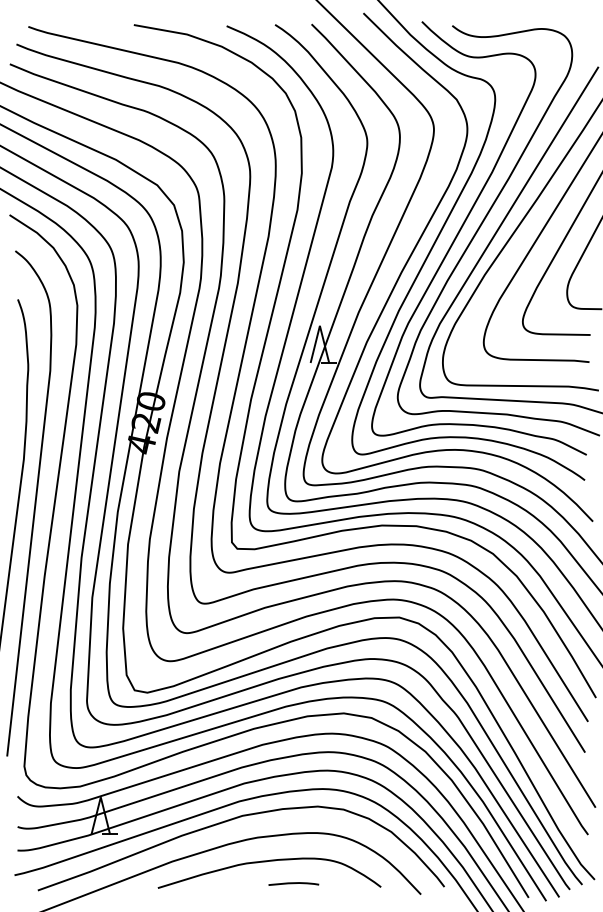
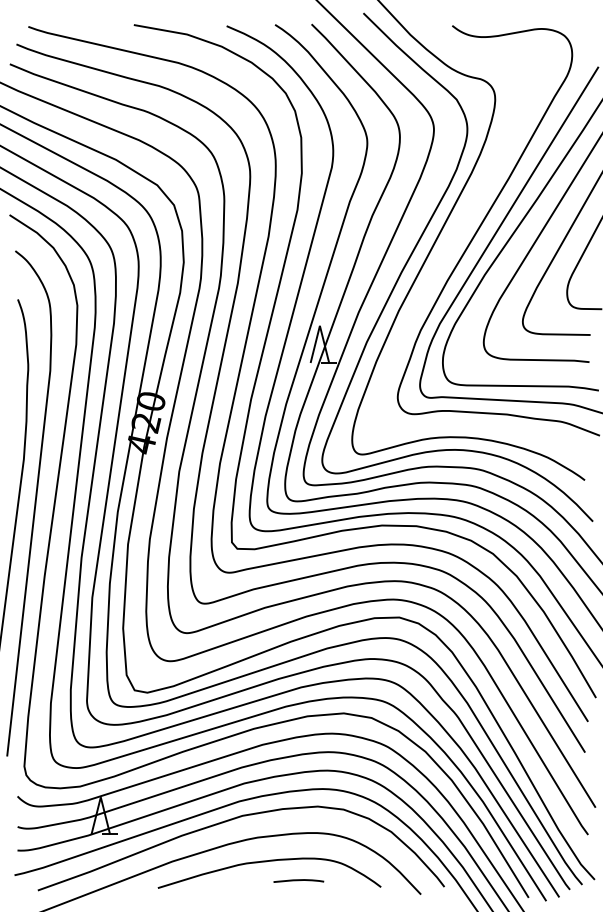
curve at (462, 228): present -> none
curve at (293, 883) position: (293, 883) -> (298, 880)
